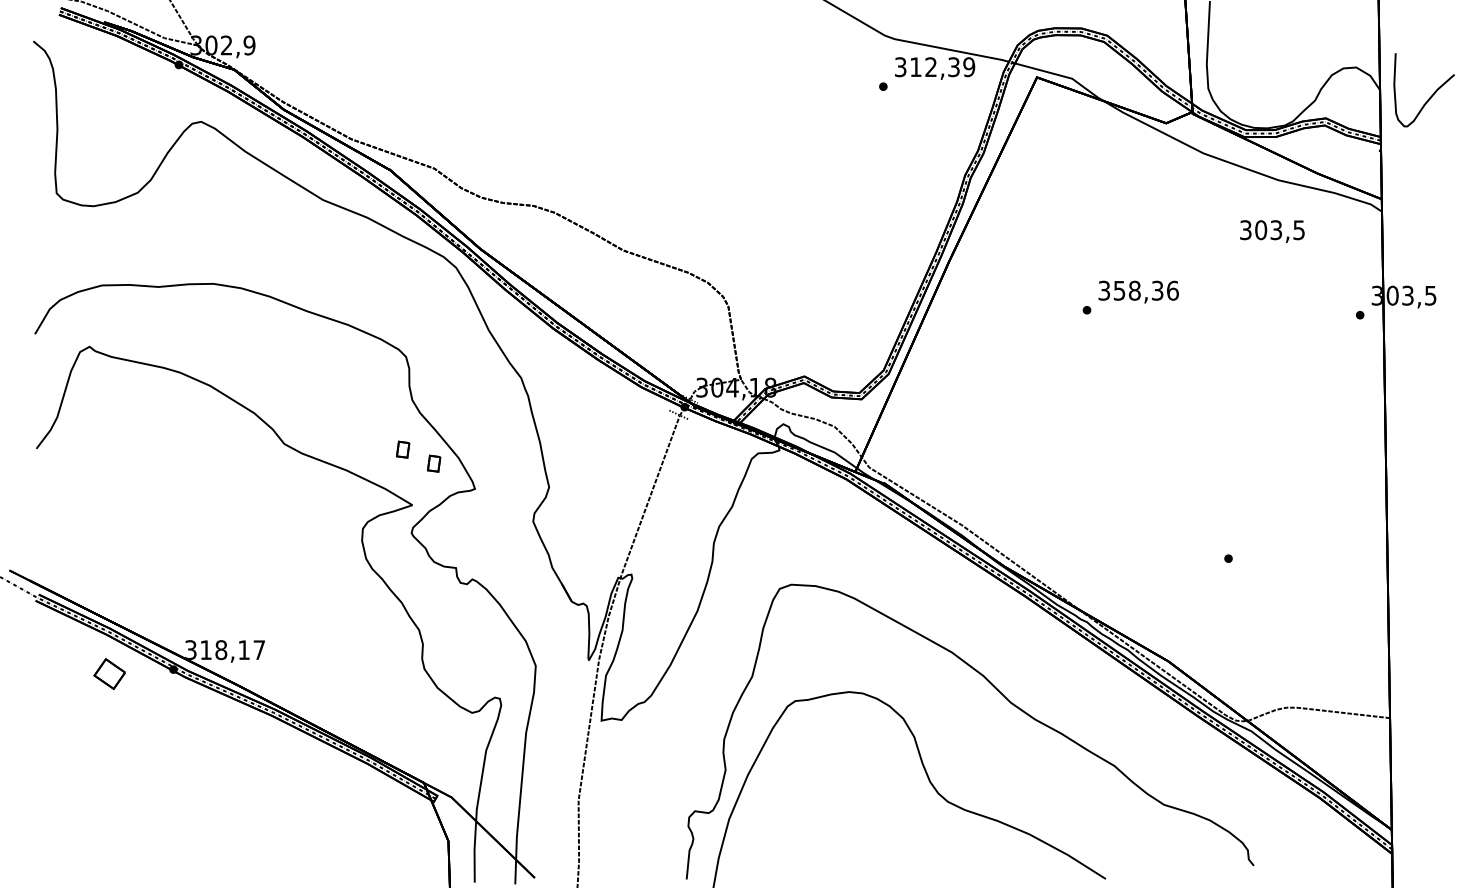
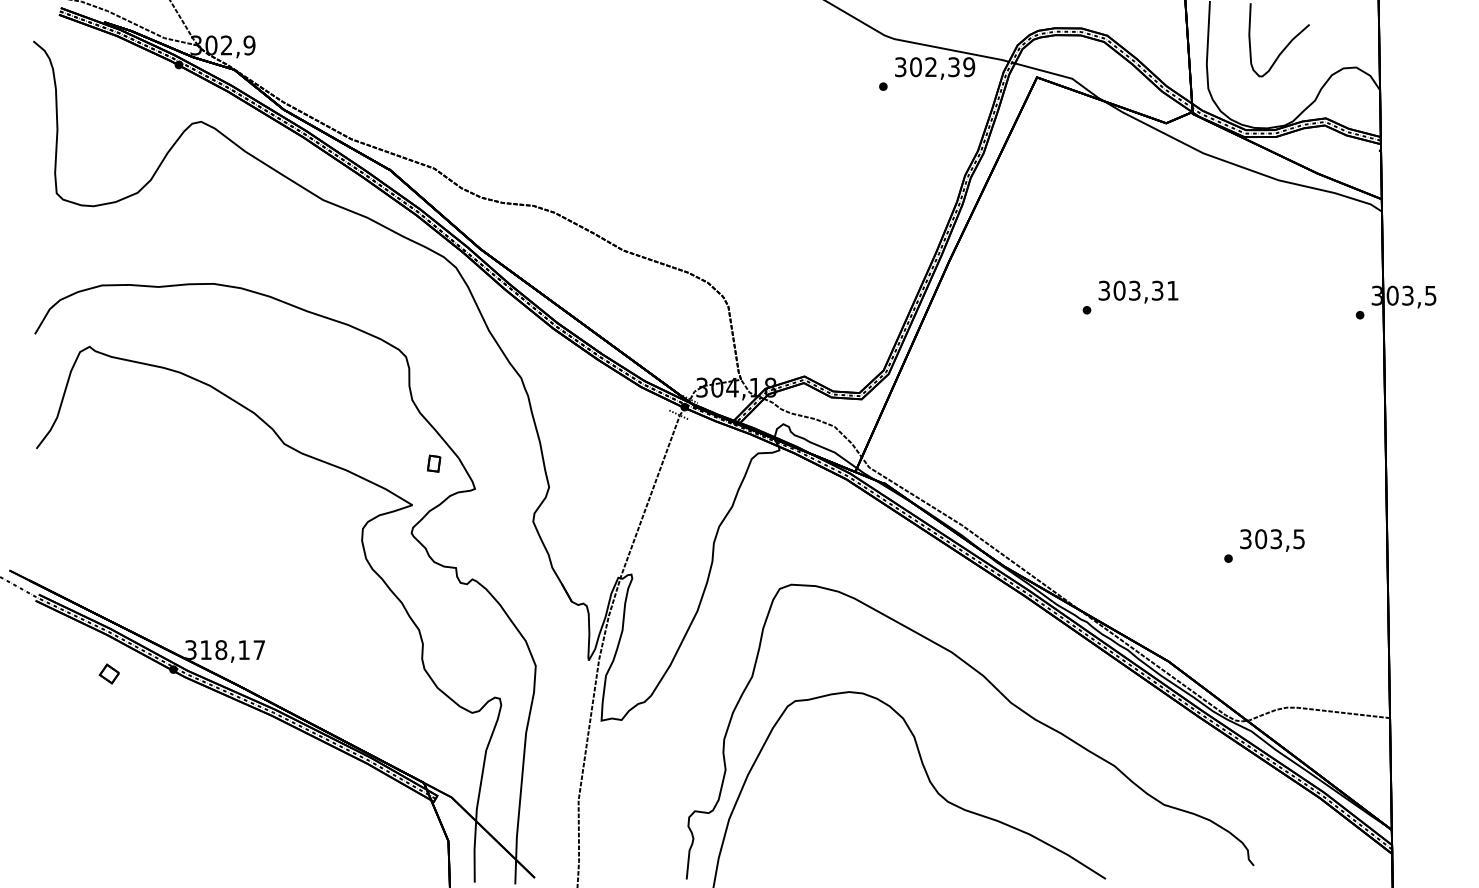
text at (915, 67): 312,39 -> 302,39
curve at (1430, 96) position: (1430, 96) -> (1285, 46)
text at (1272, 231) position: (1272, 231) -> (1272, 540)
text at (1145, 290): 358,36 -> 303,31
part at (403, 449): present -> none
part at (109, 673) size: 33x32 px -> 22x22 px
